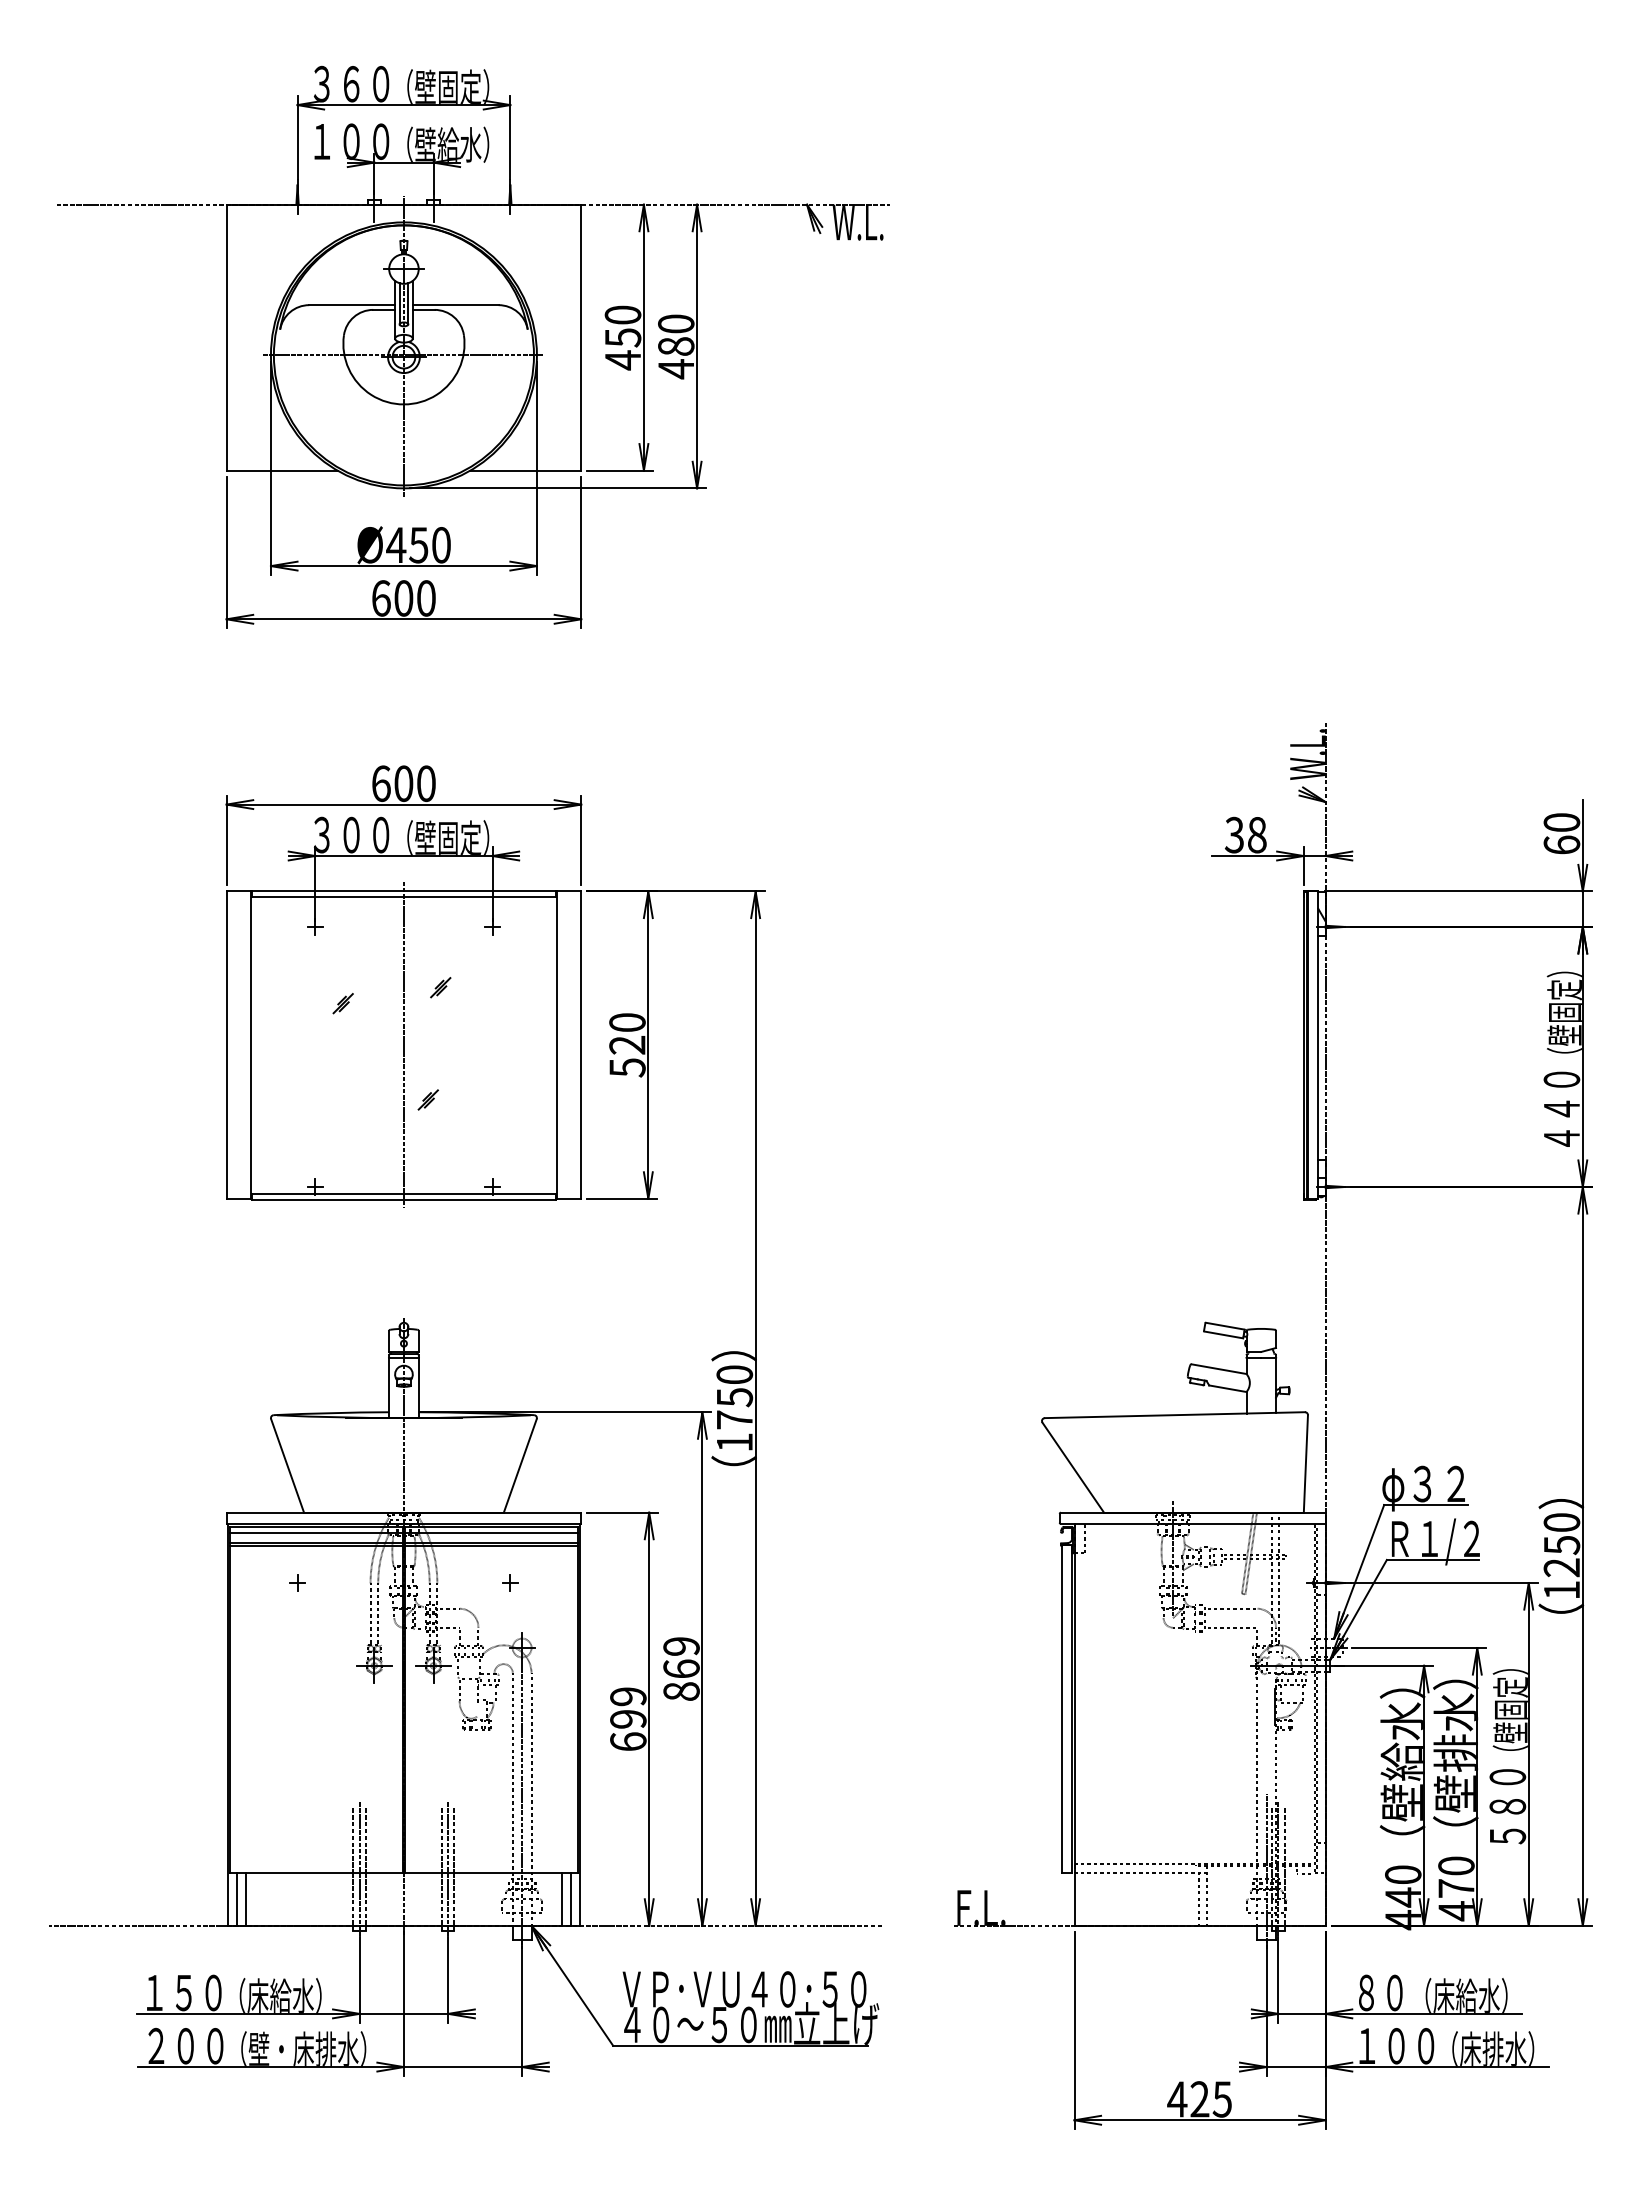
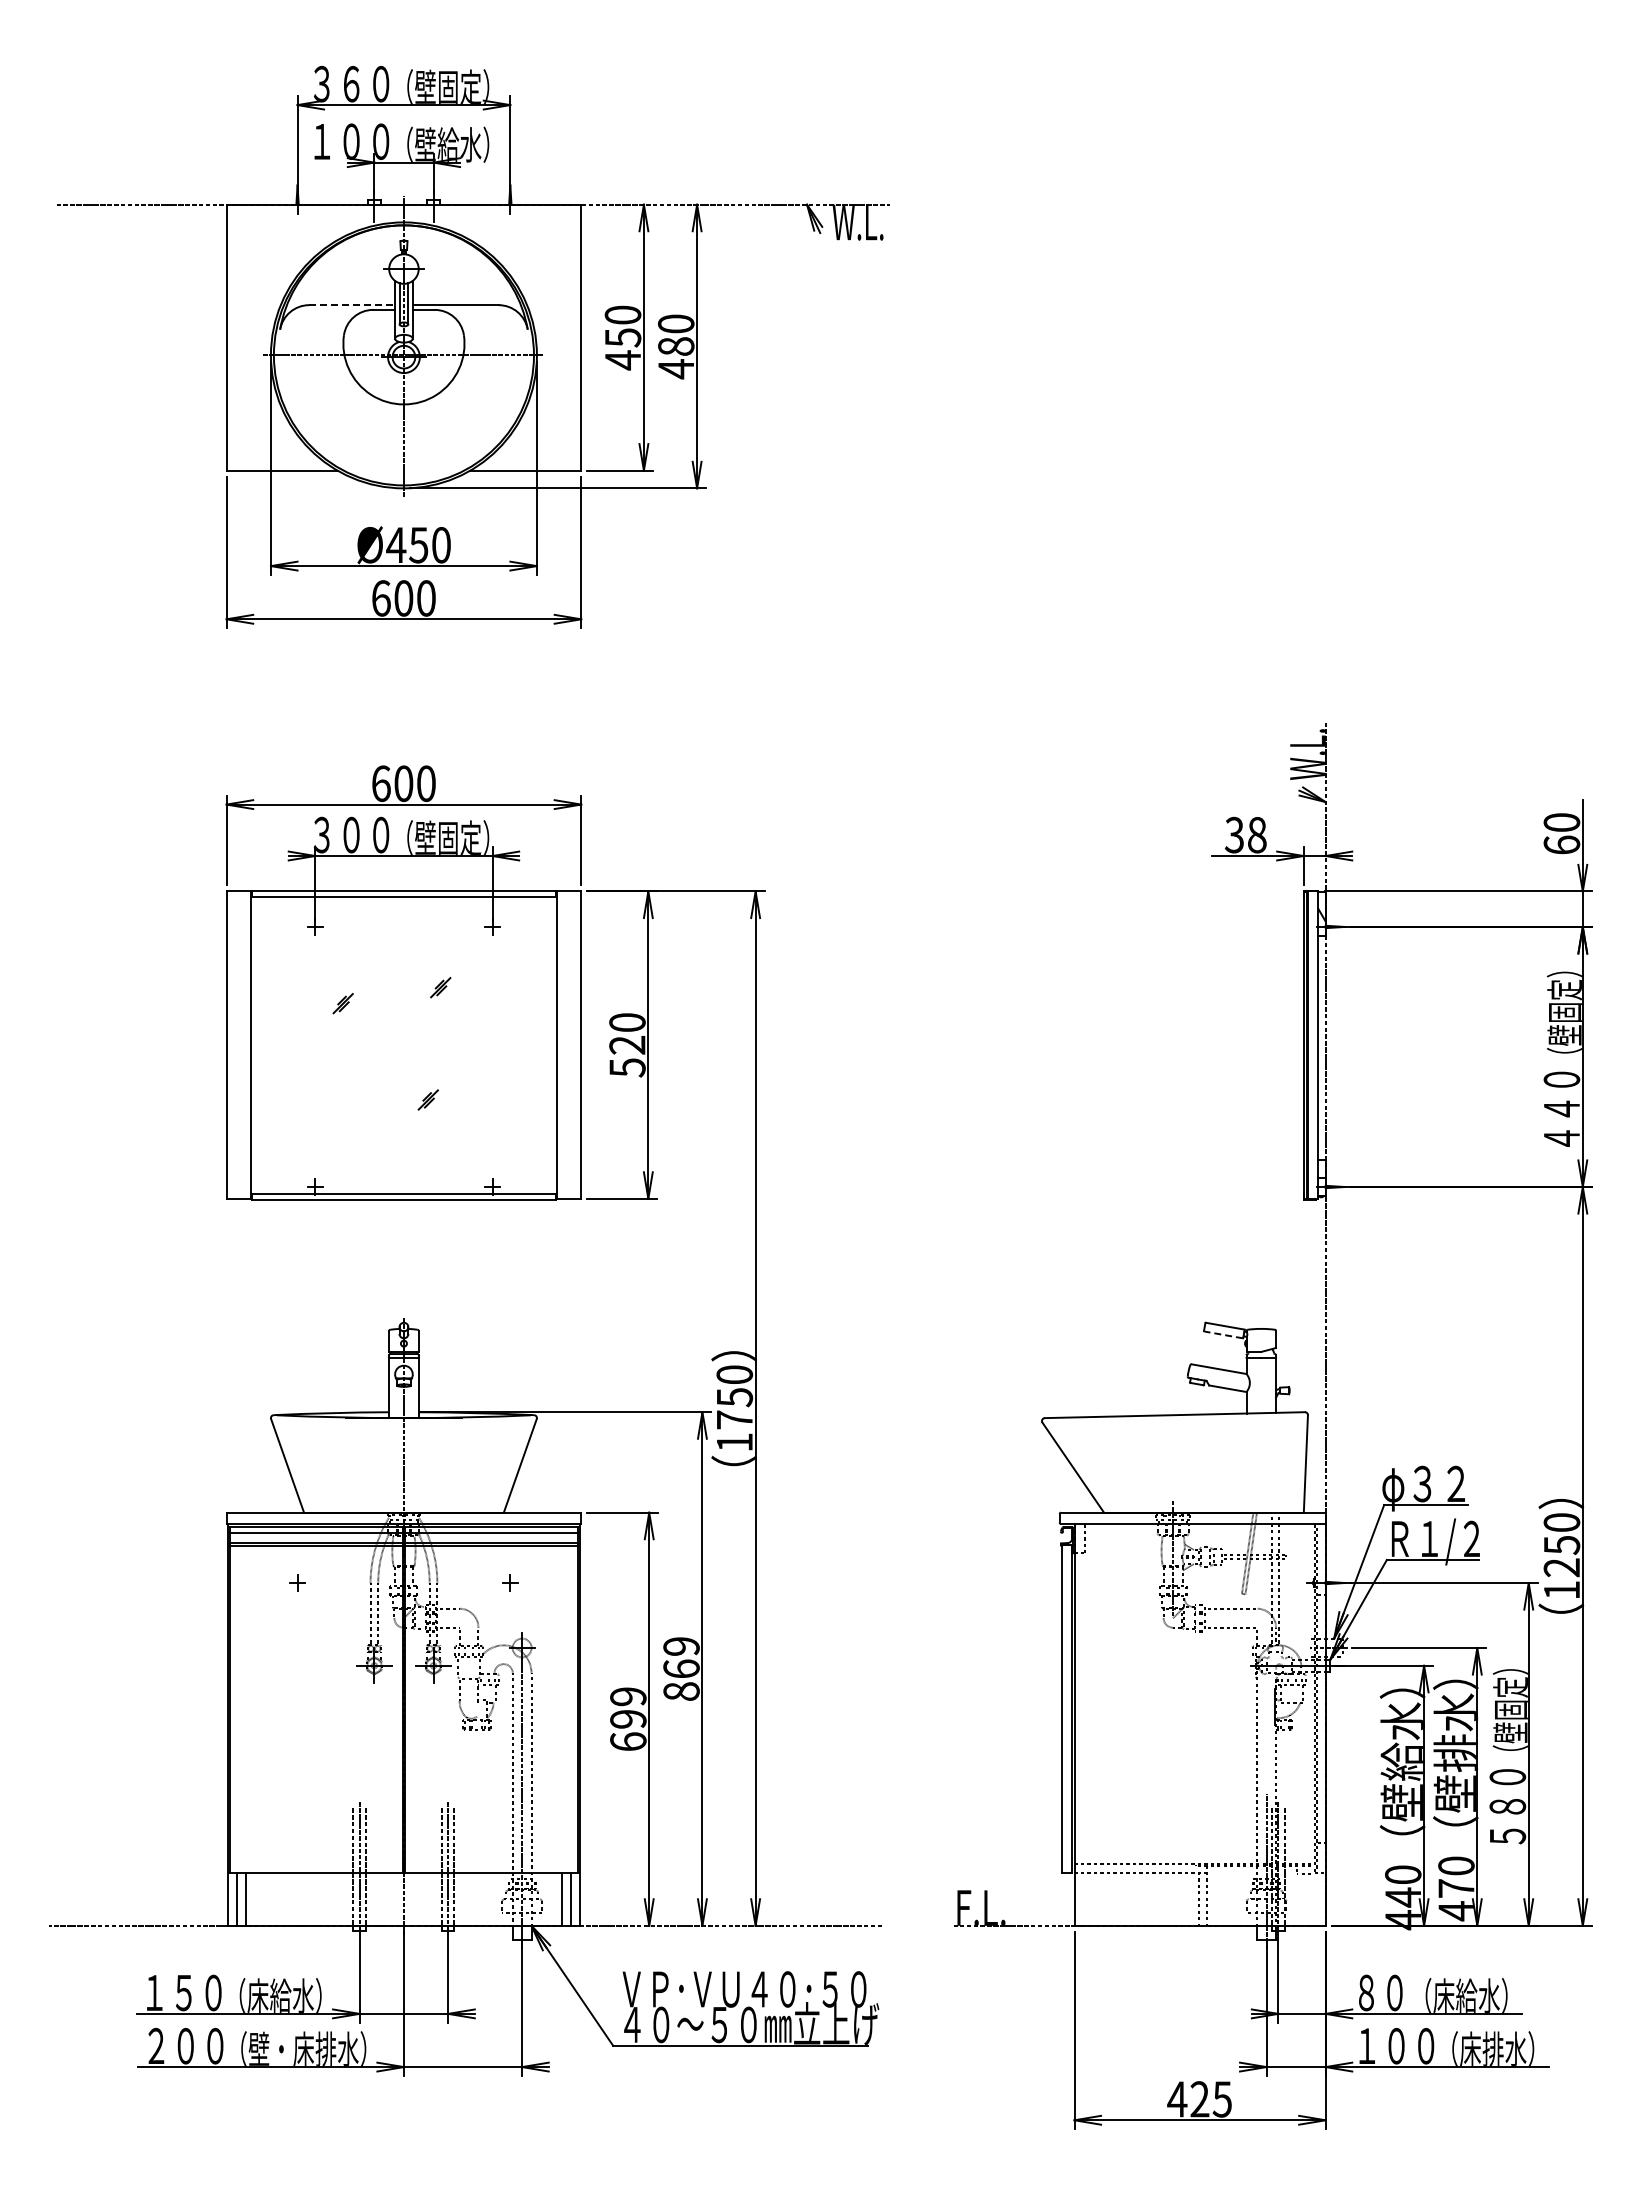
line at (352, 305): solid -> dashed
line at (403, 1044): present -> none
line at (1223, 1334): solid -> dashed
